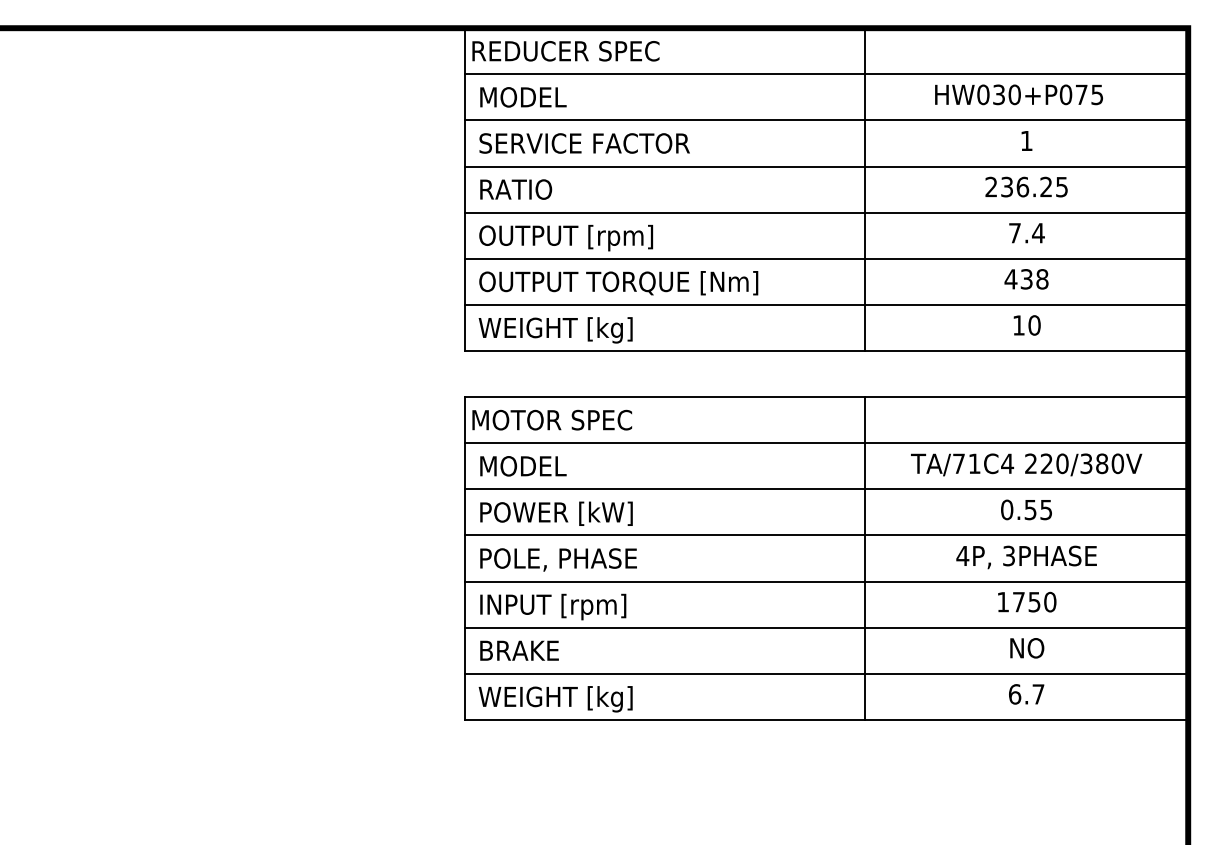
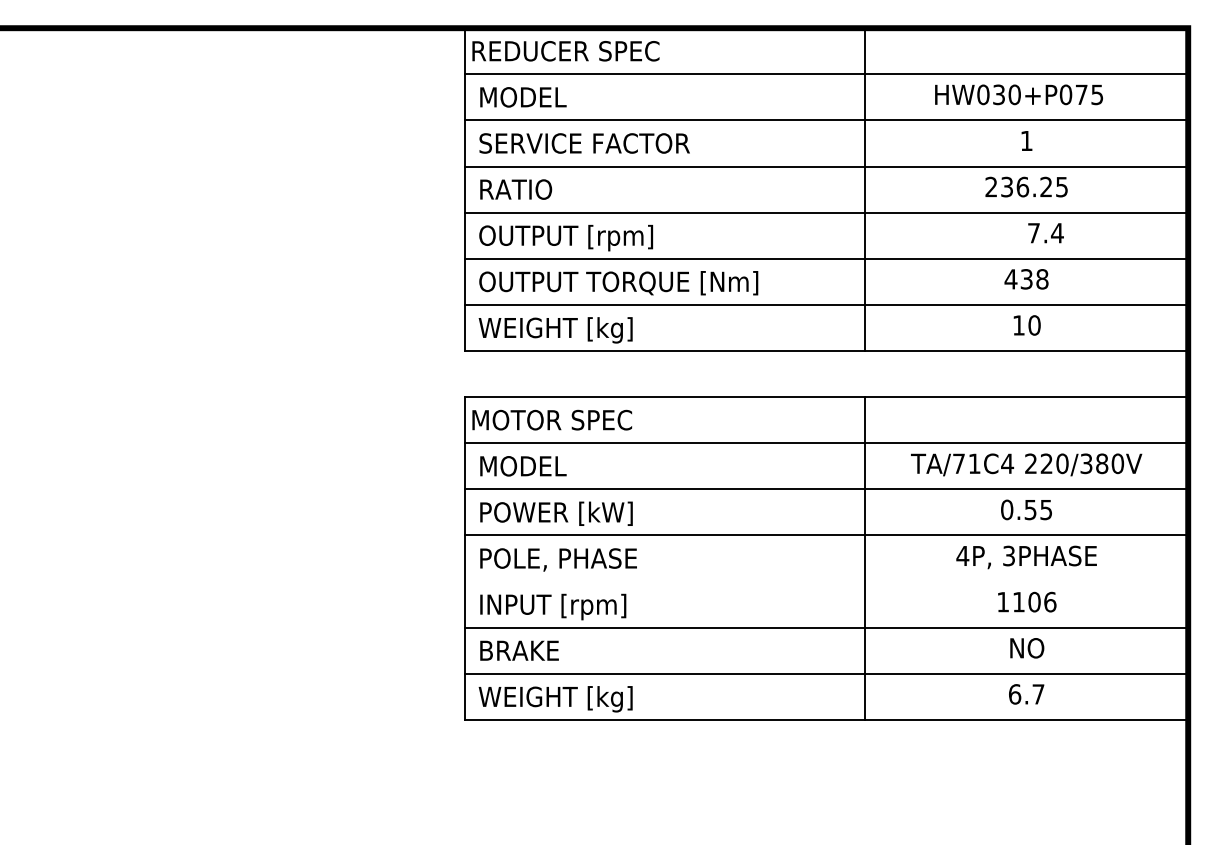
text at (1026, 233) position: (1026, 233) -> (1045, 233)
line at (826, 581): present -> none
text at (1034, 601): 1750 -> 1106
